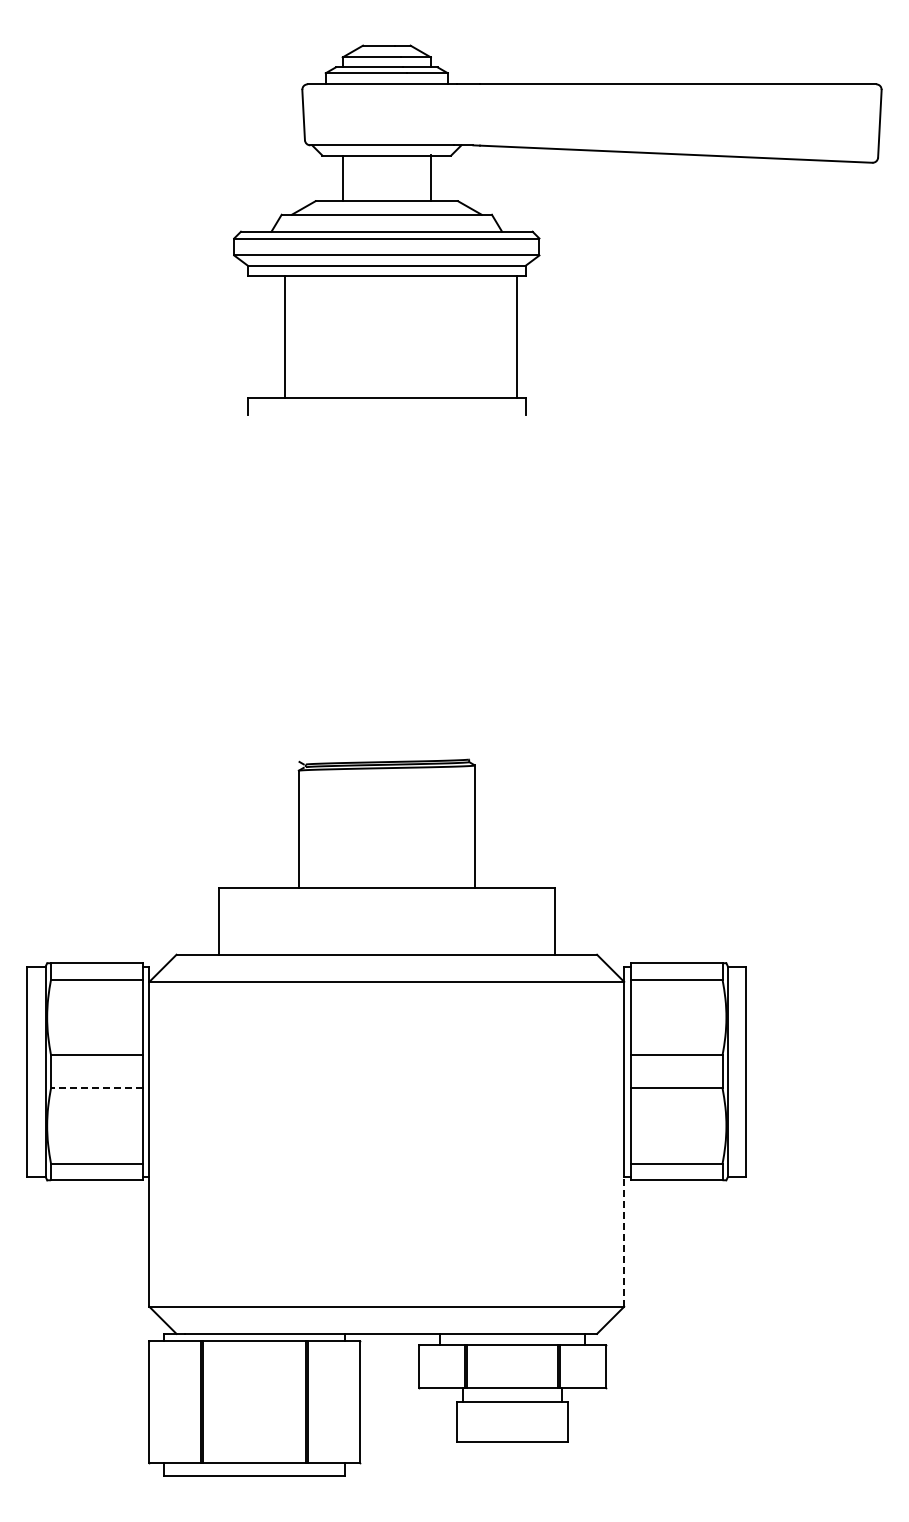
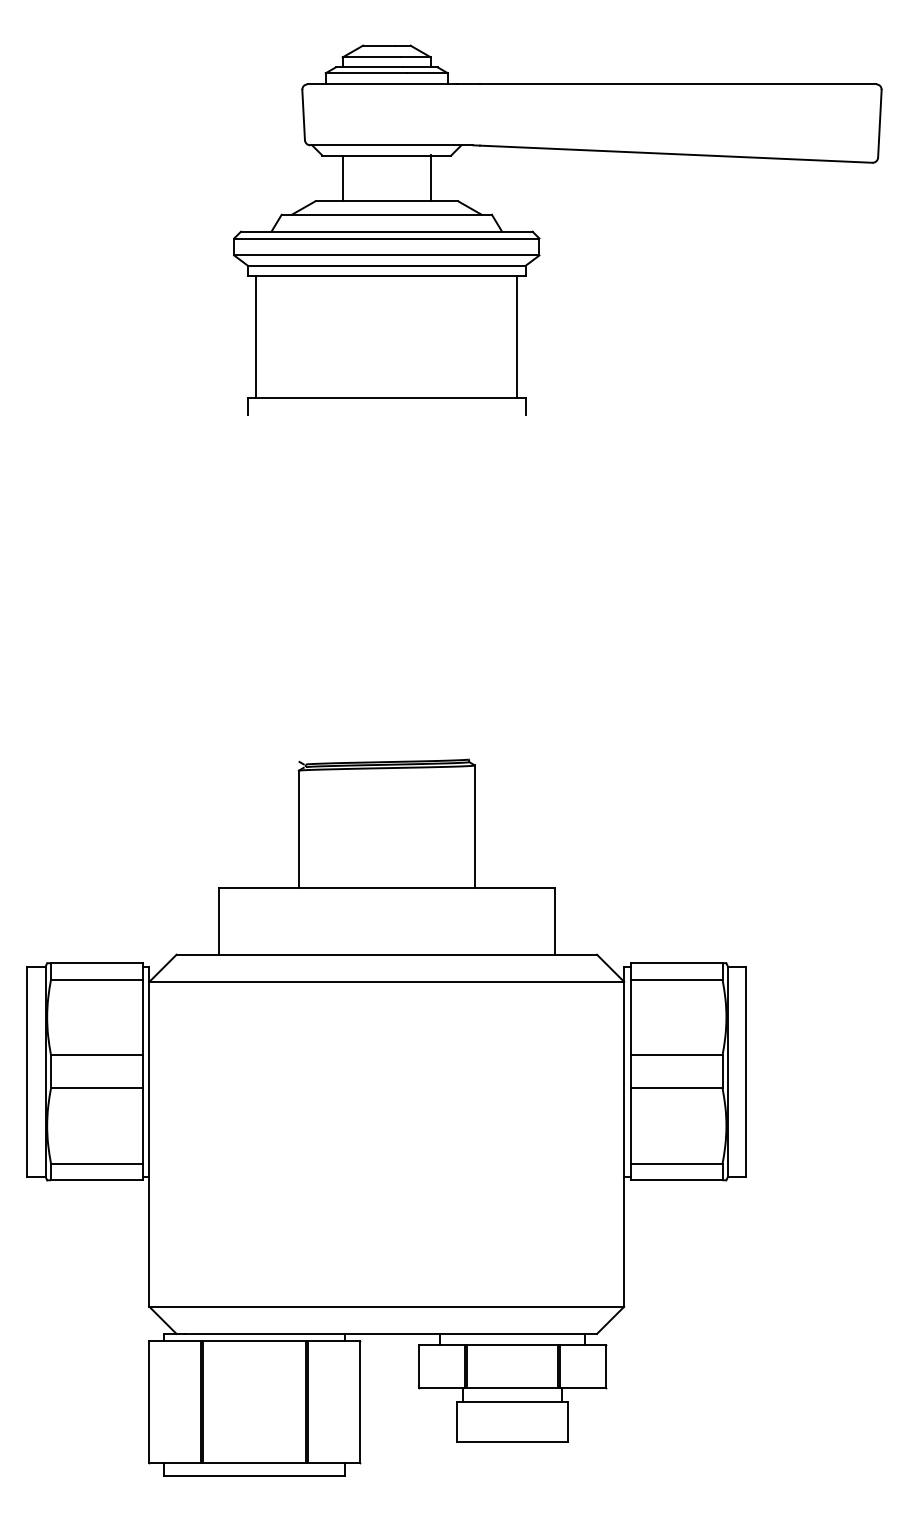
line at (285, 336) position: (285, 336) -> (256, 336)
line at (96, 1088): dashed -> solid
line at (624, 1241): dashed -> solid
